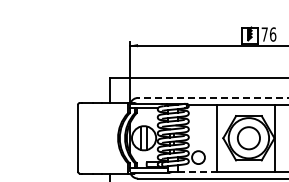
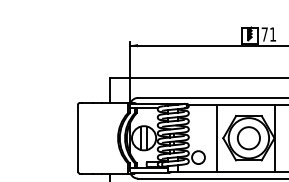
text at (272, 34): 76 -> 71
line at (212, 97): dashed -> solid
line at (198, 171): dashed -> solid
